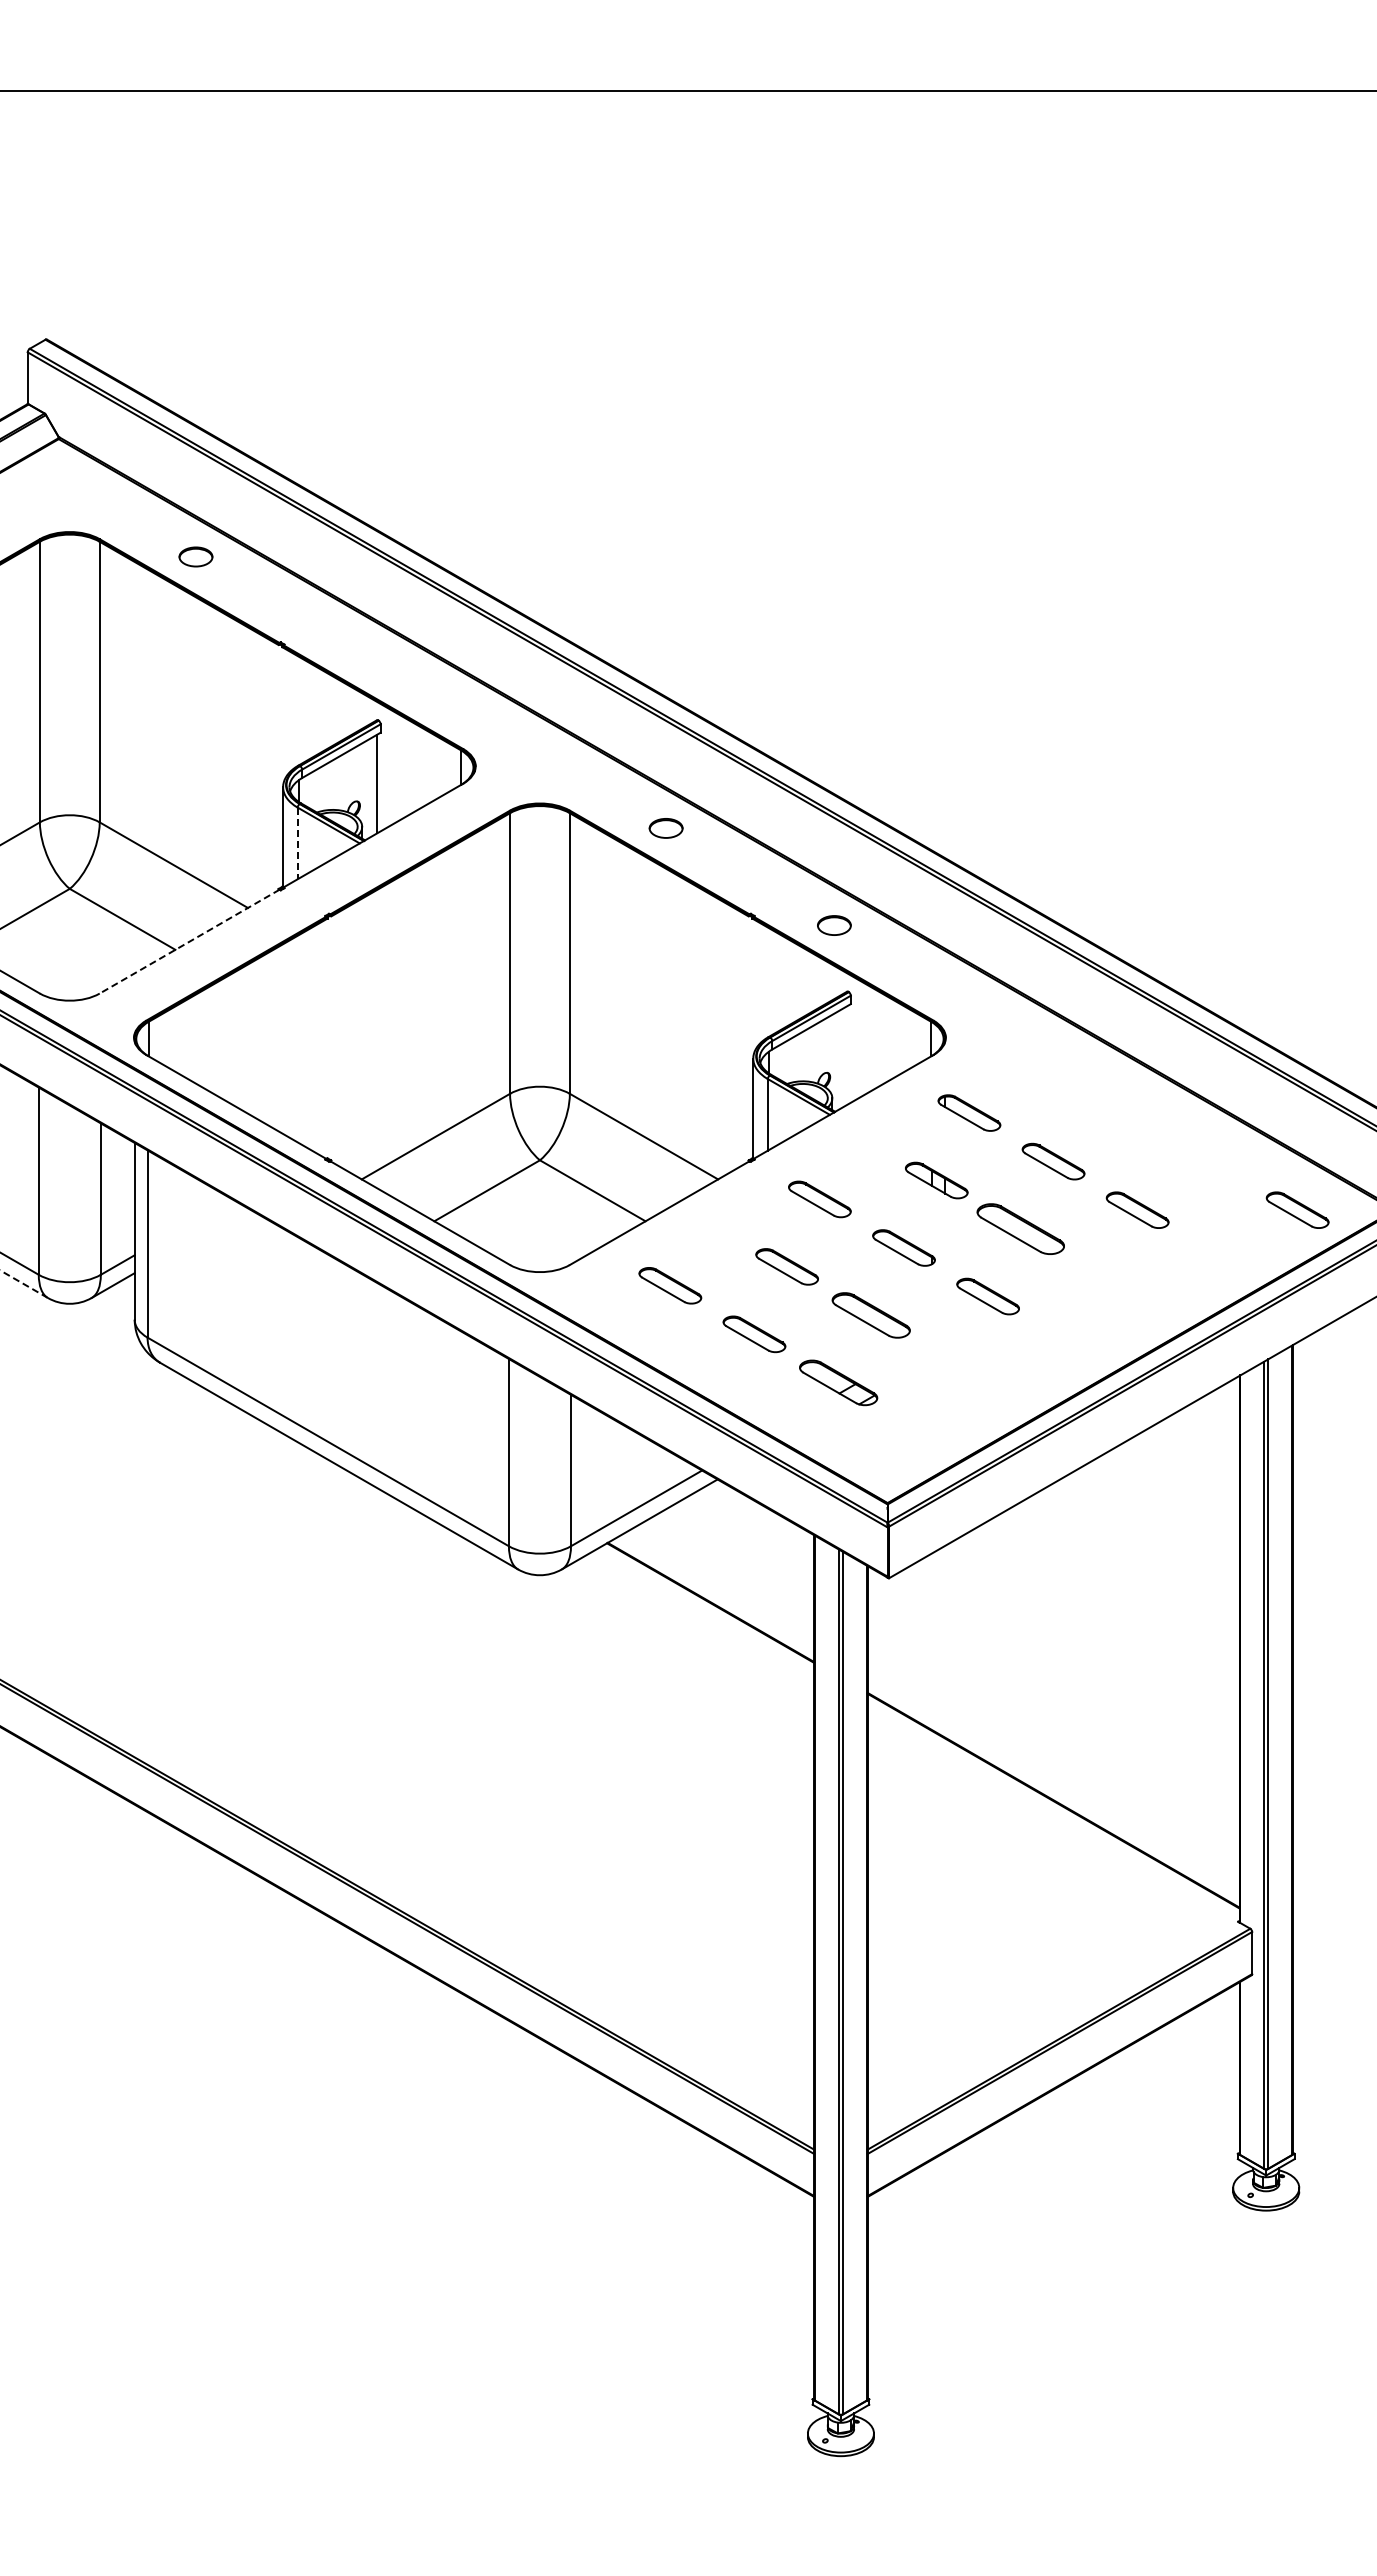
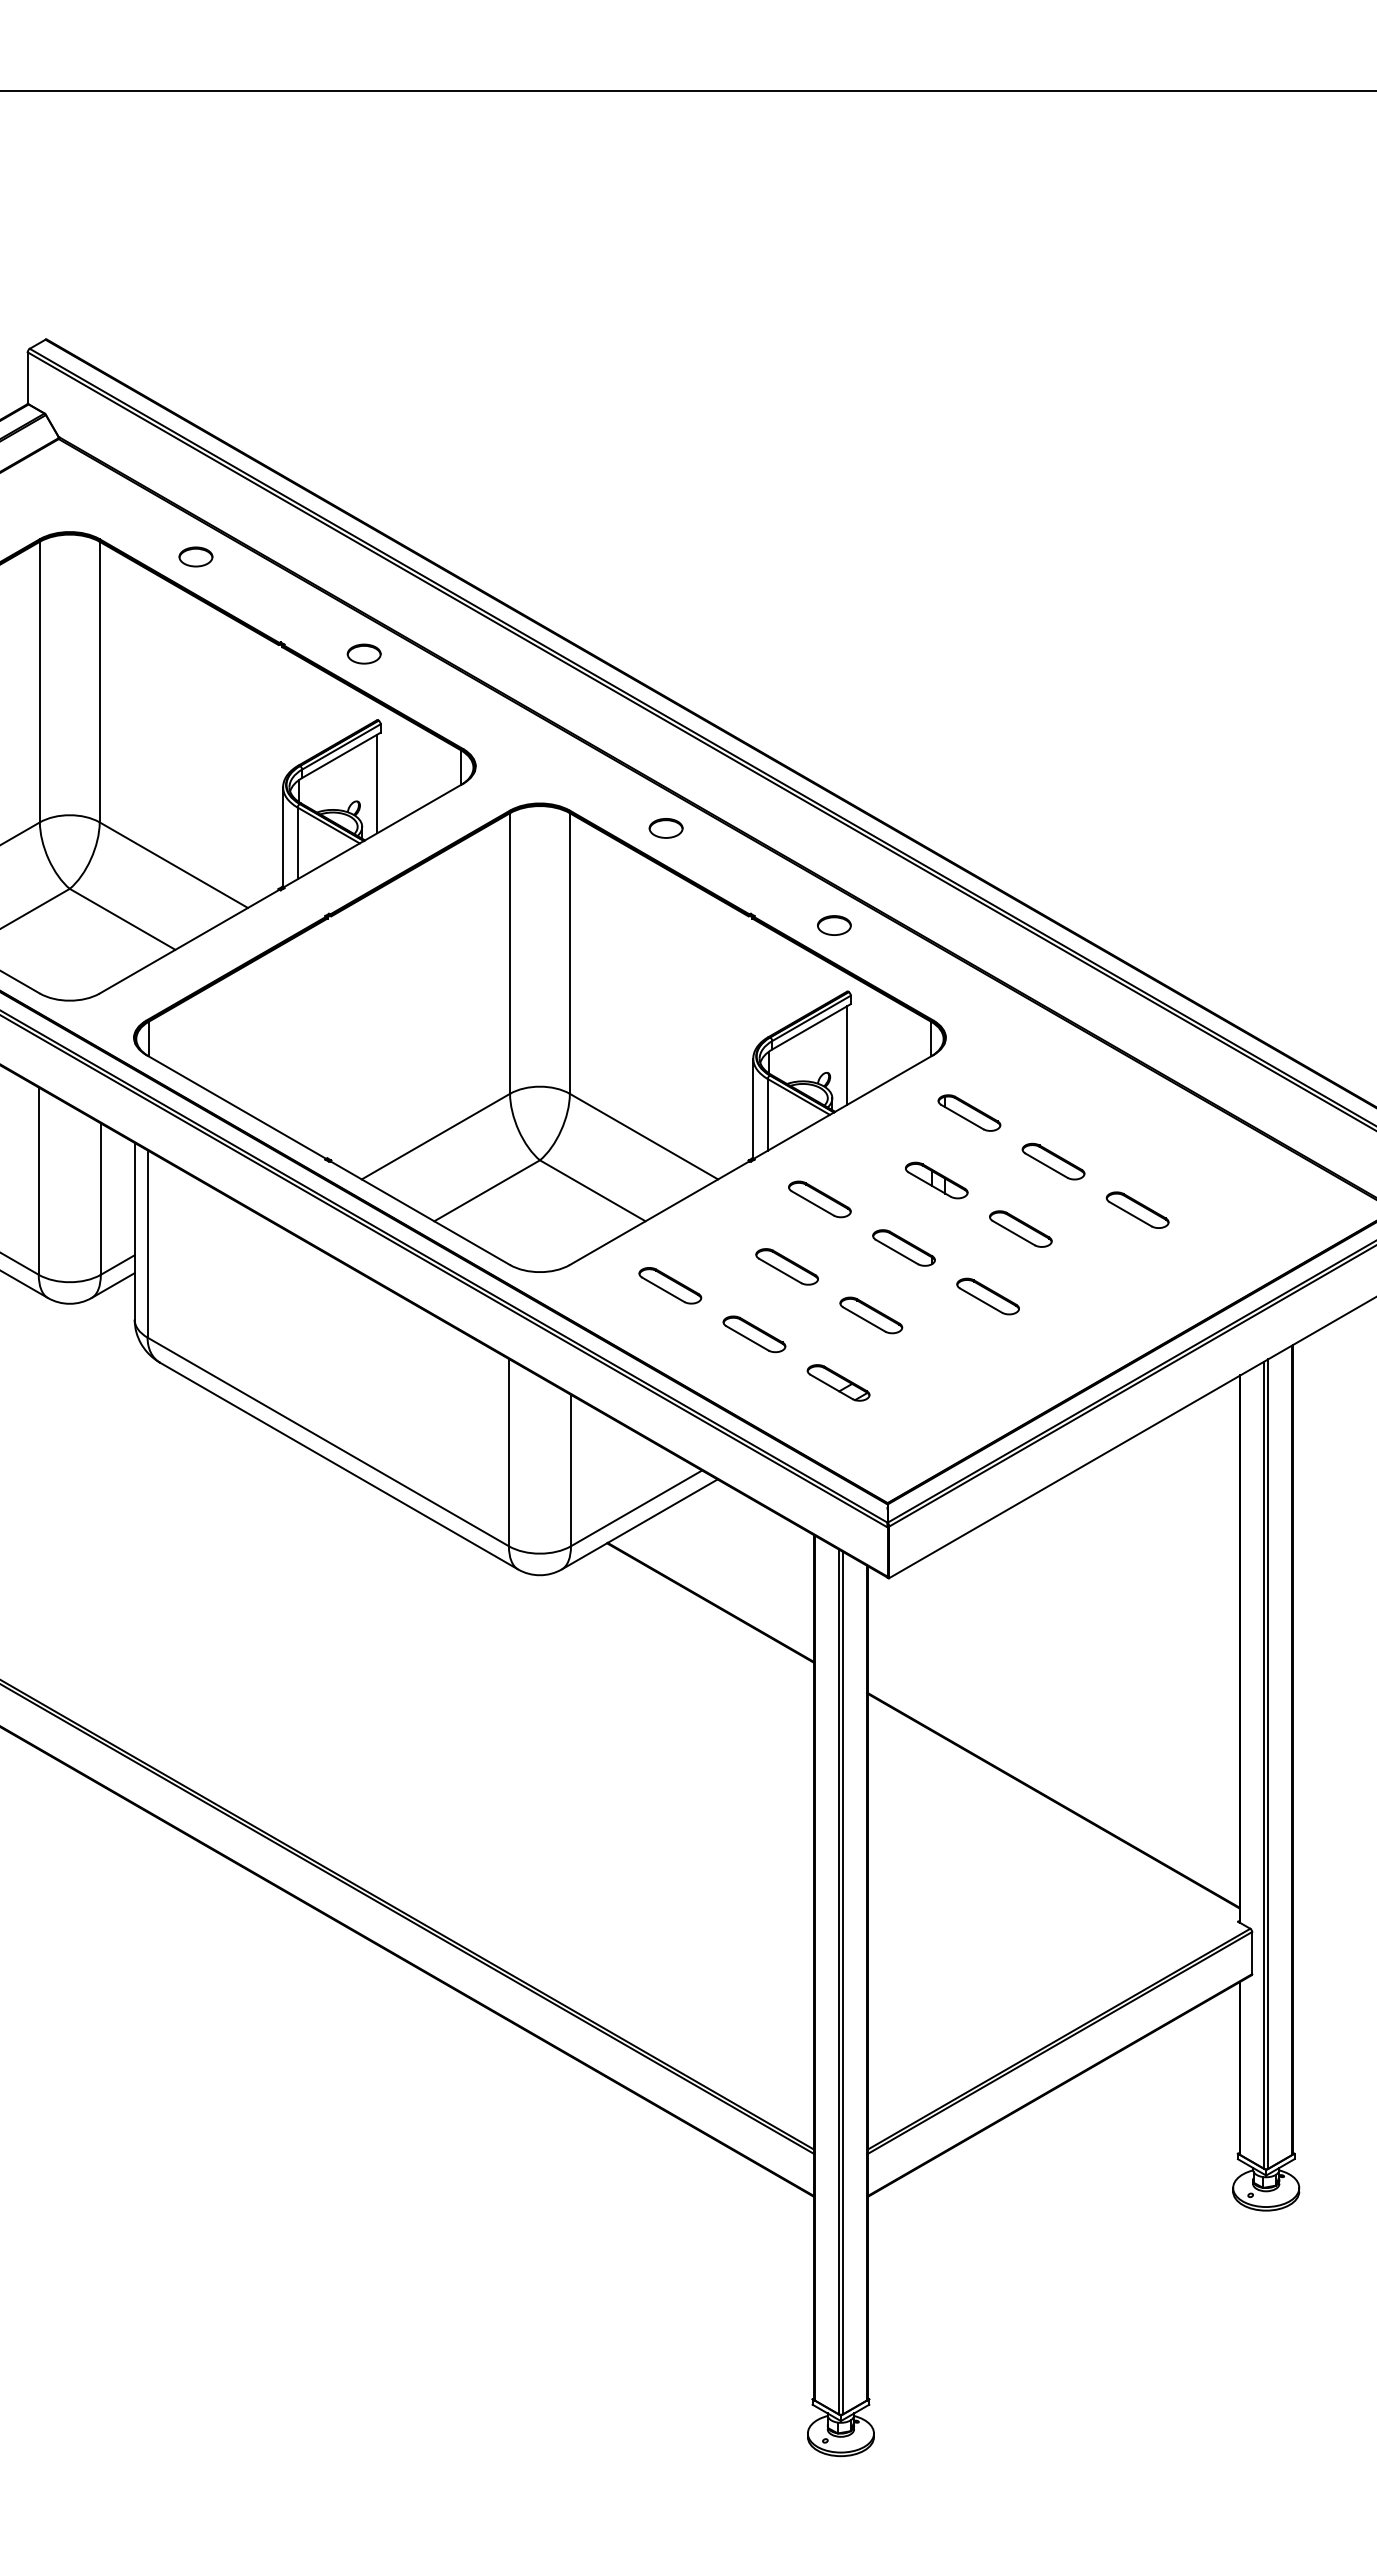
part at (363, 653): none -> present
line at (297, 843): dashed -> solid
line at (189, 941): dashed -> solid
line at (847, 1055): none -> present
part at (1297, 1209): present -> none
part at (1020, 1228) size: 89x52 px -> 64x38 px
line at (23, 1283): dashed -> solid
part at (870, 1315) size: 80x47 px -> 65x39 px
part at (838, 1382) size: 80x48 px -> 65x38 px
